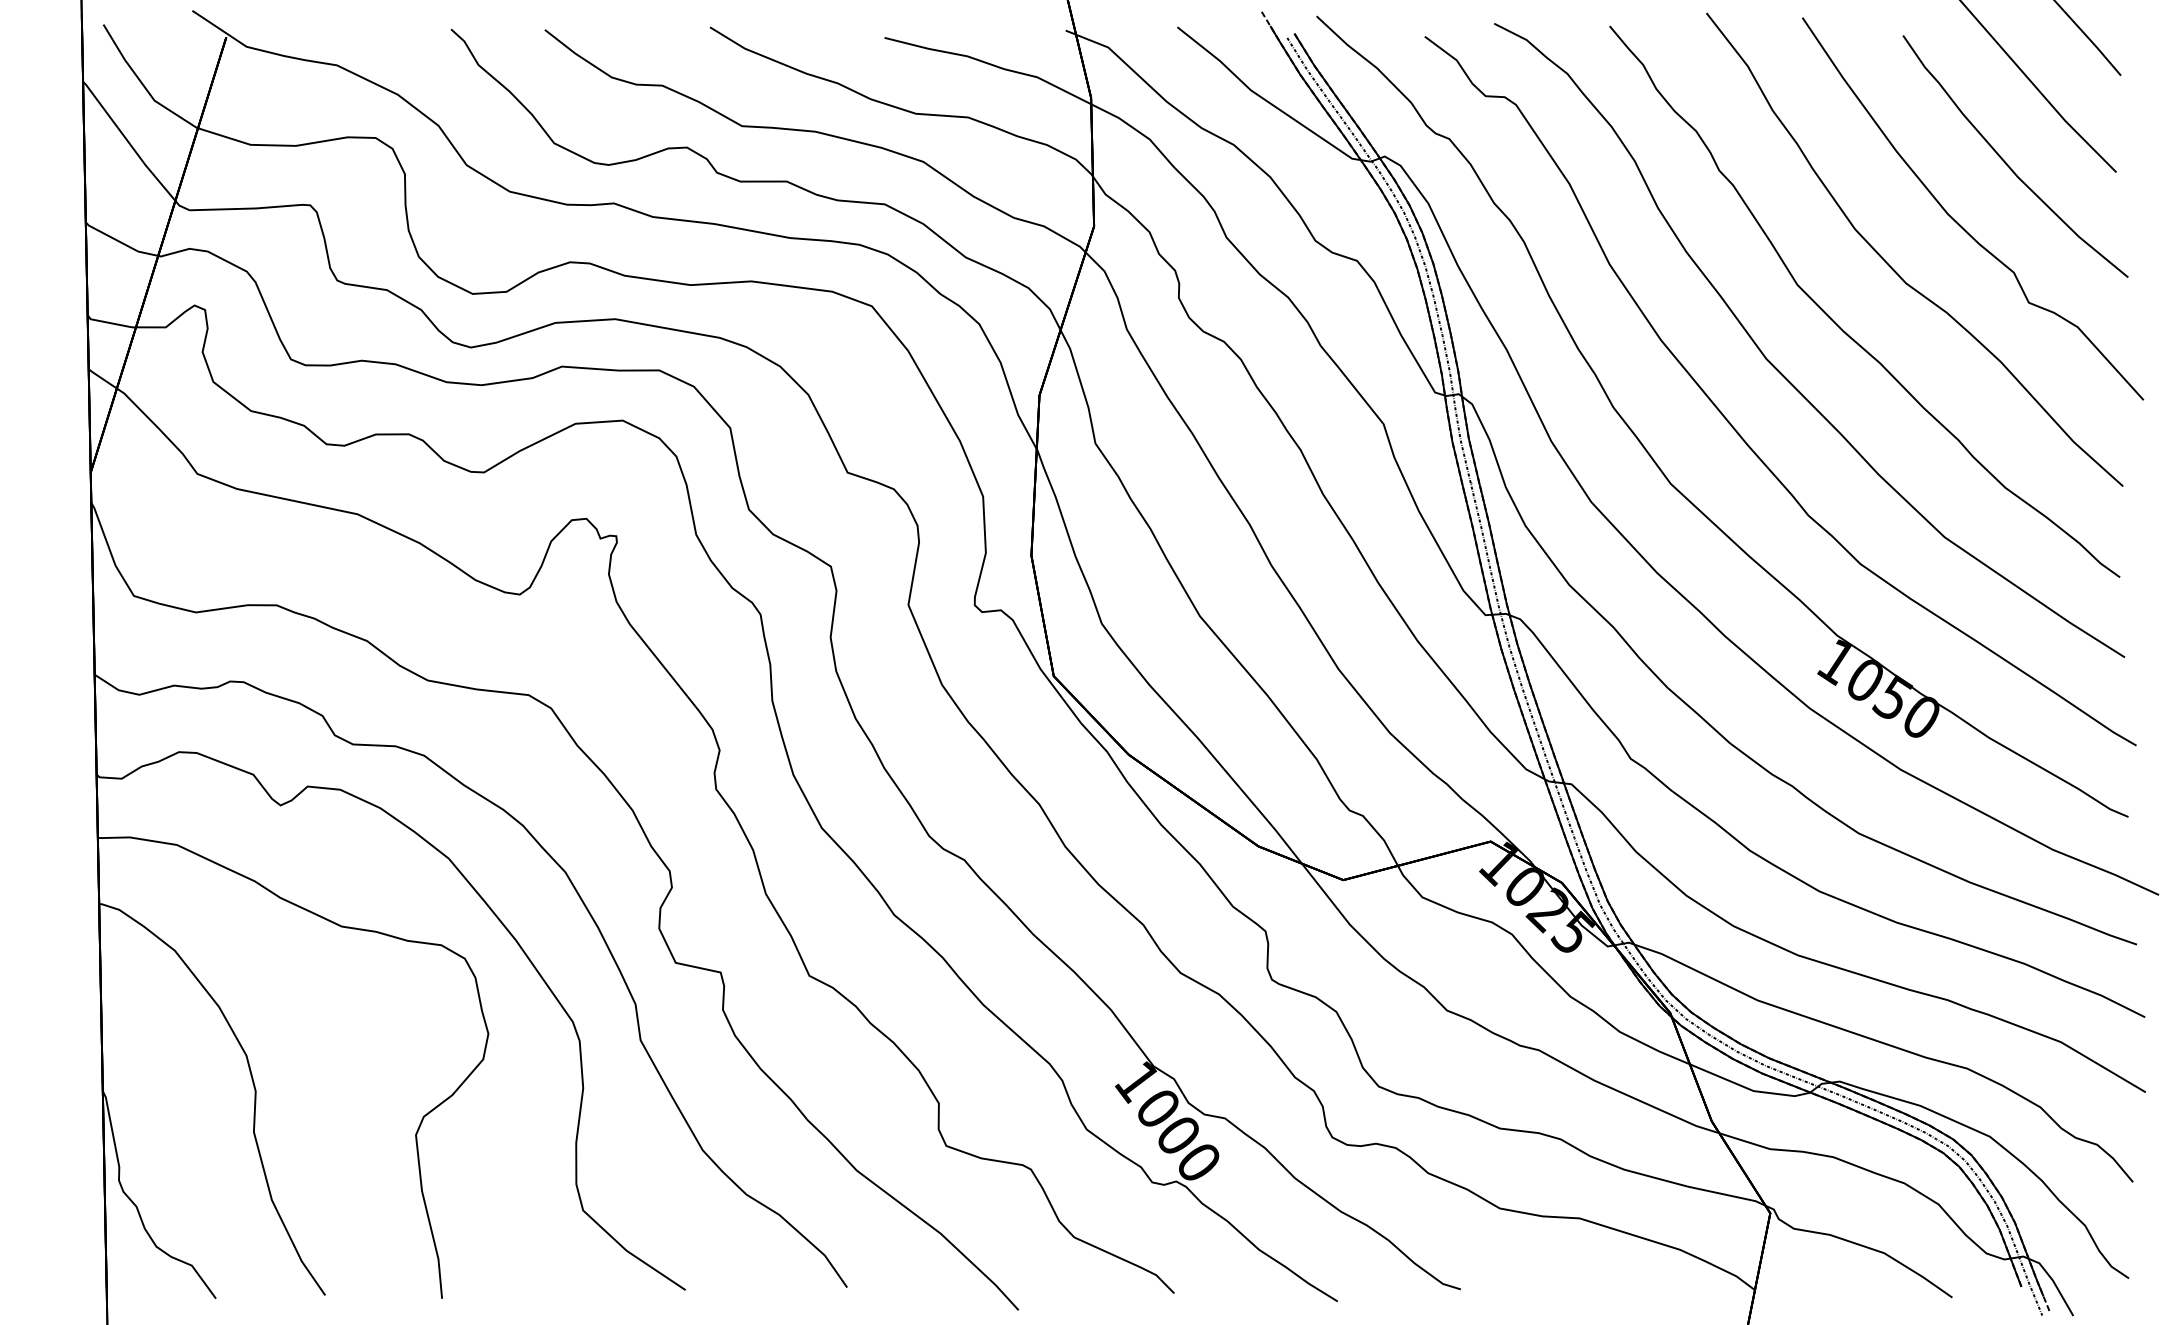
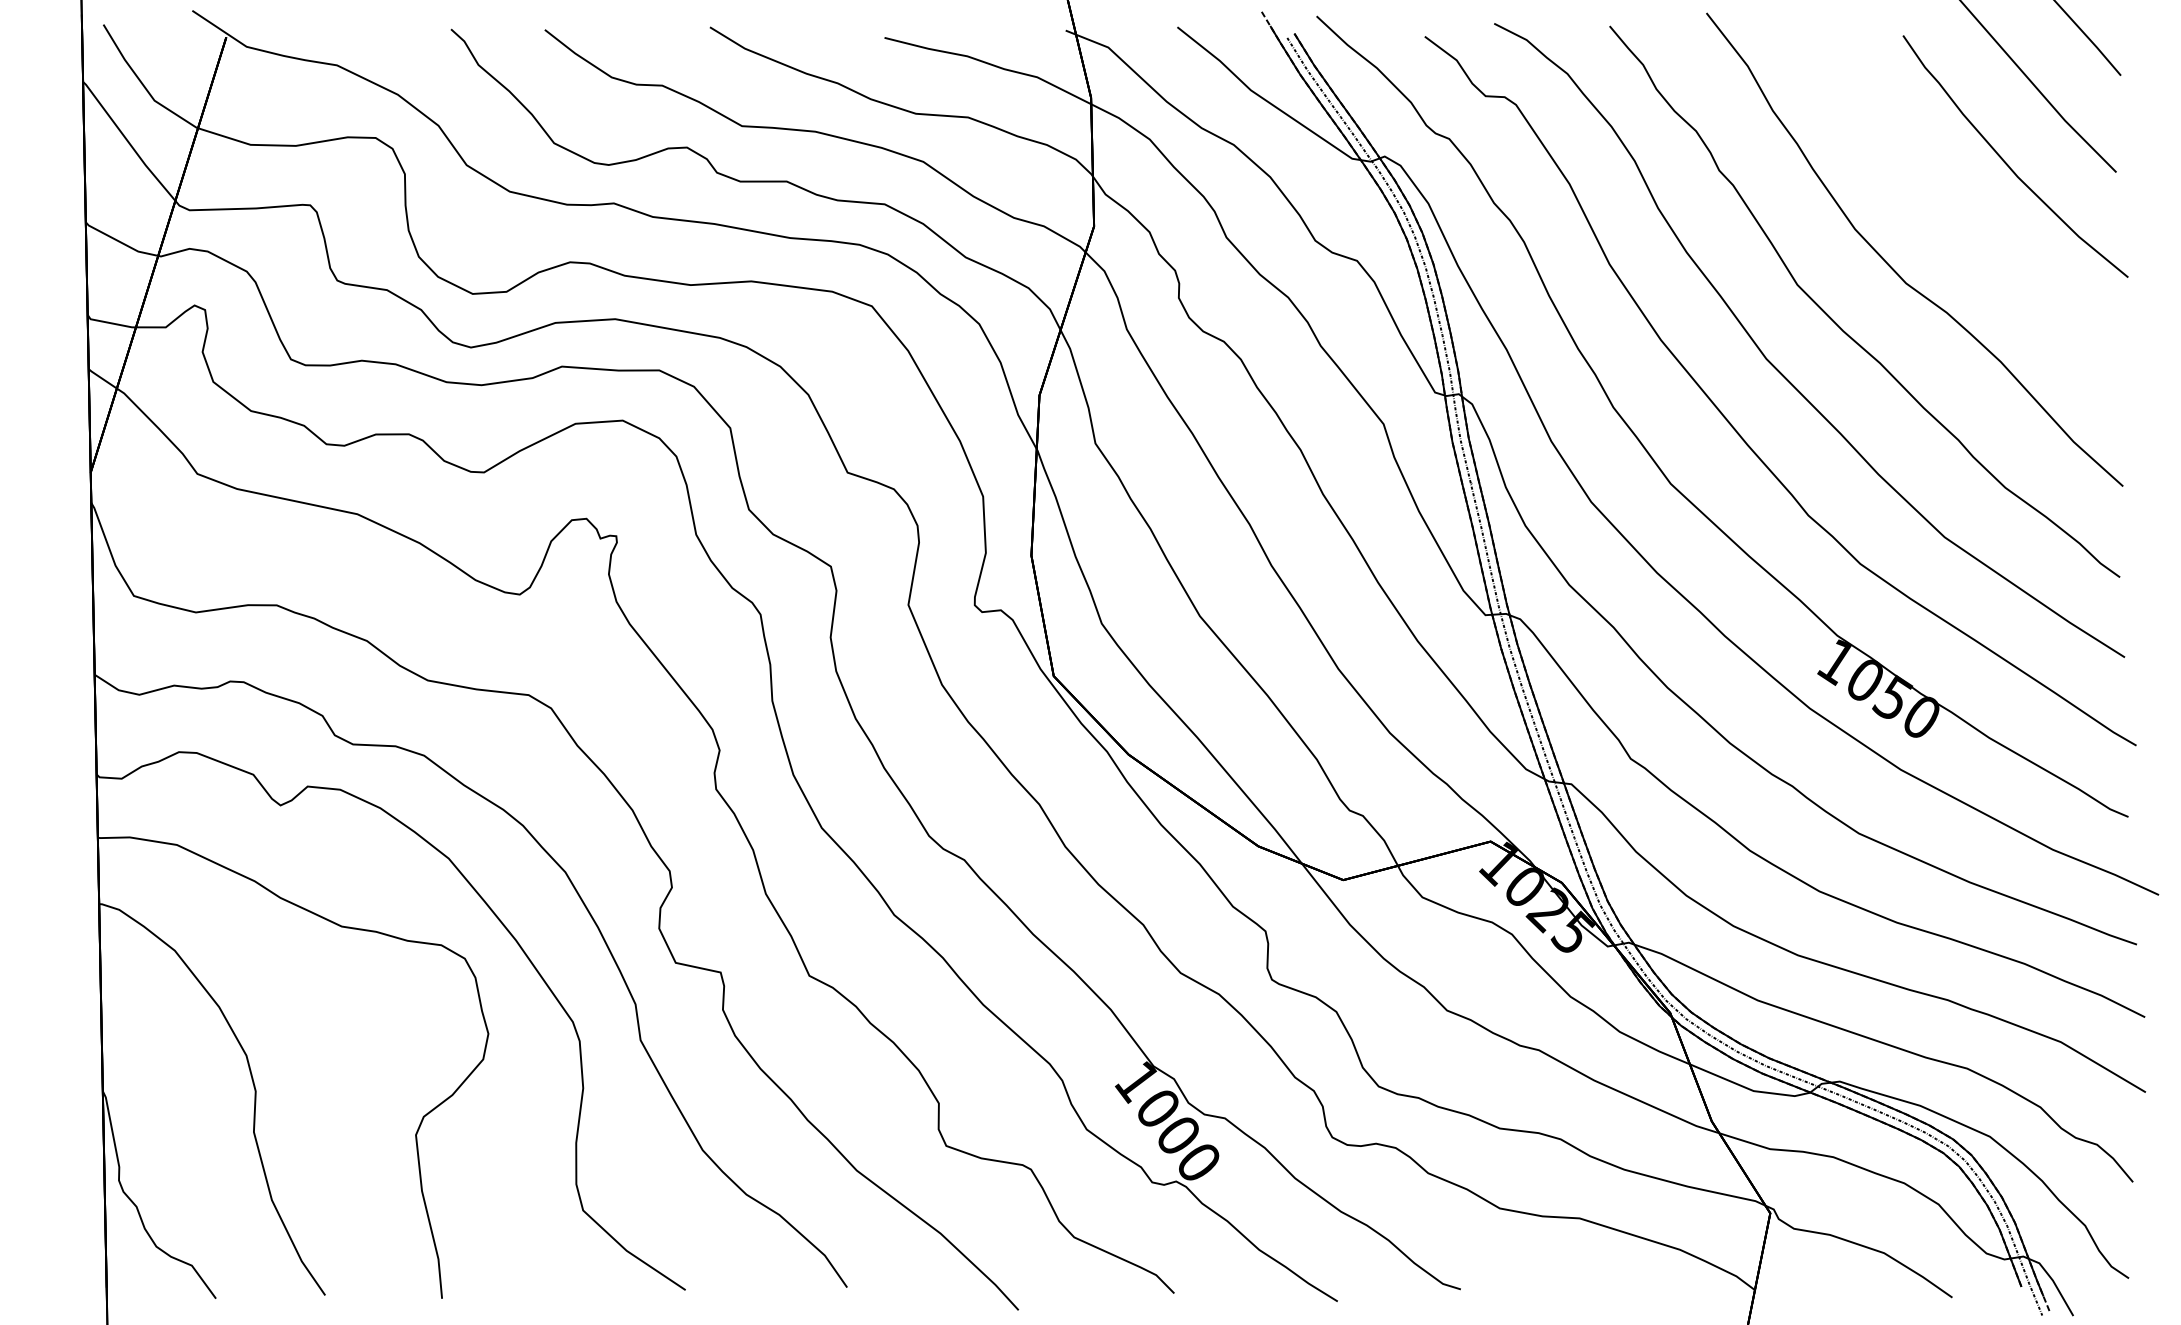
part at (1958, 222): present -> none
